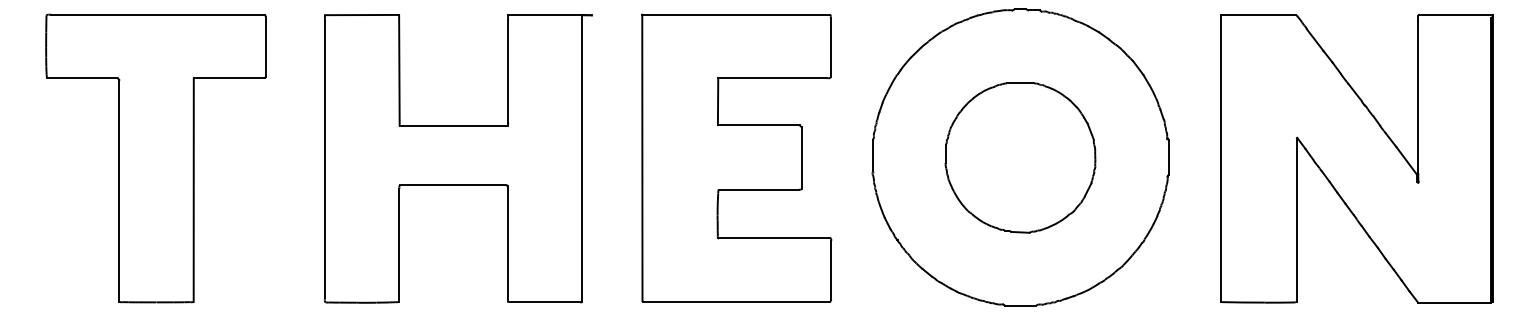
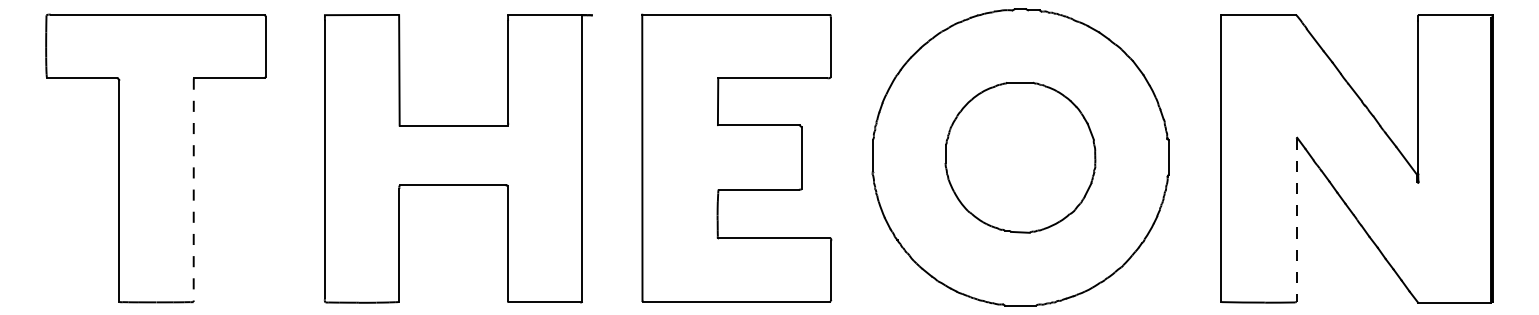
line at (193, 190): solid -> dashed
line at (1296, 220): solid -> dashed
